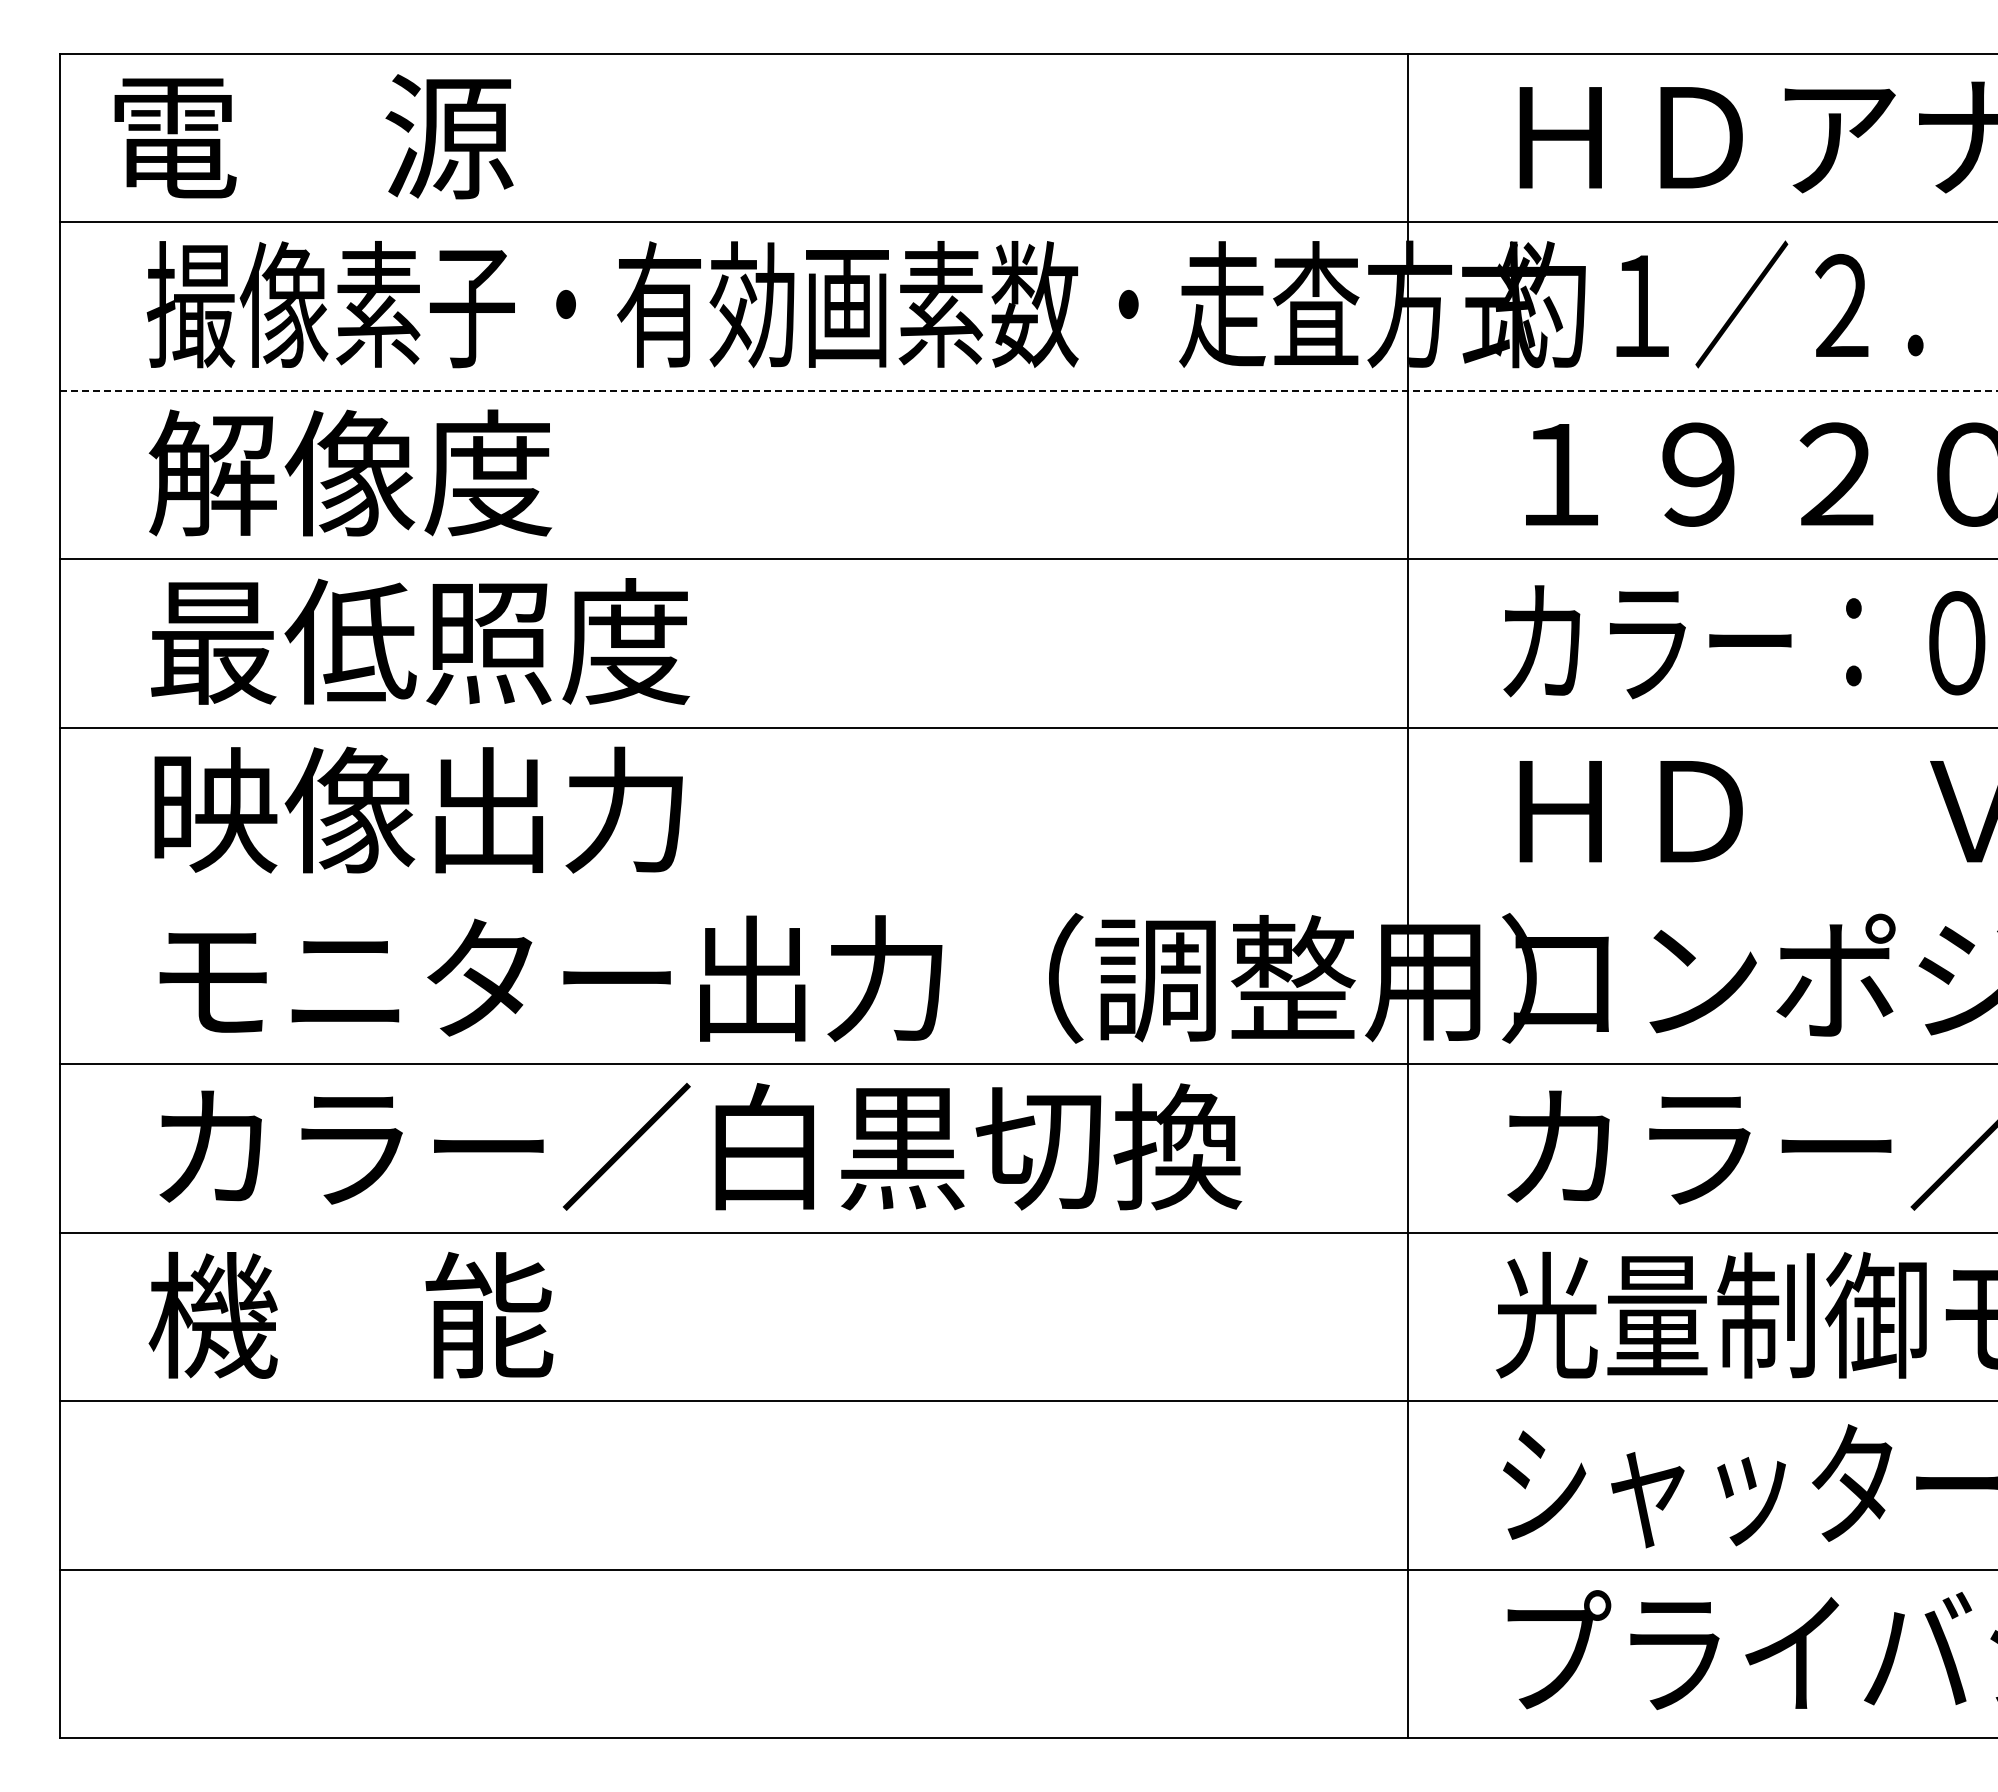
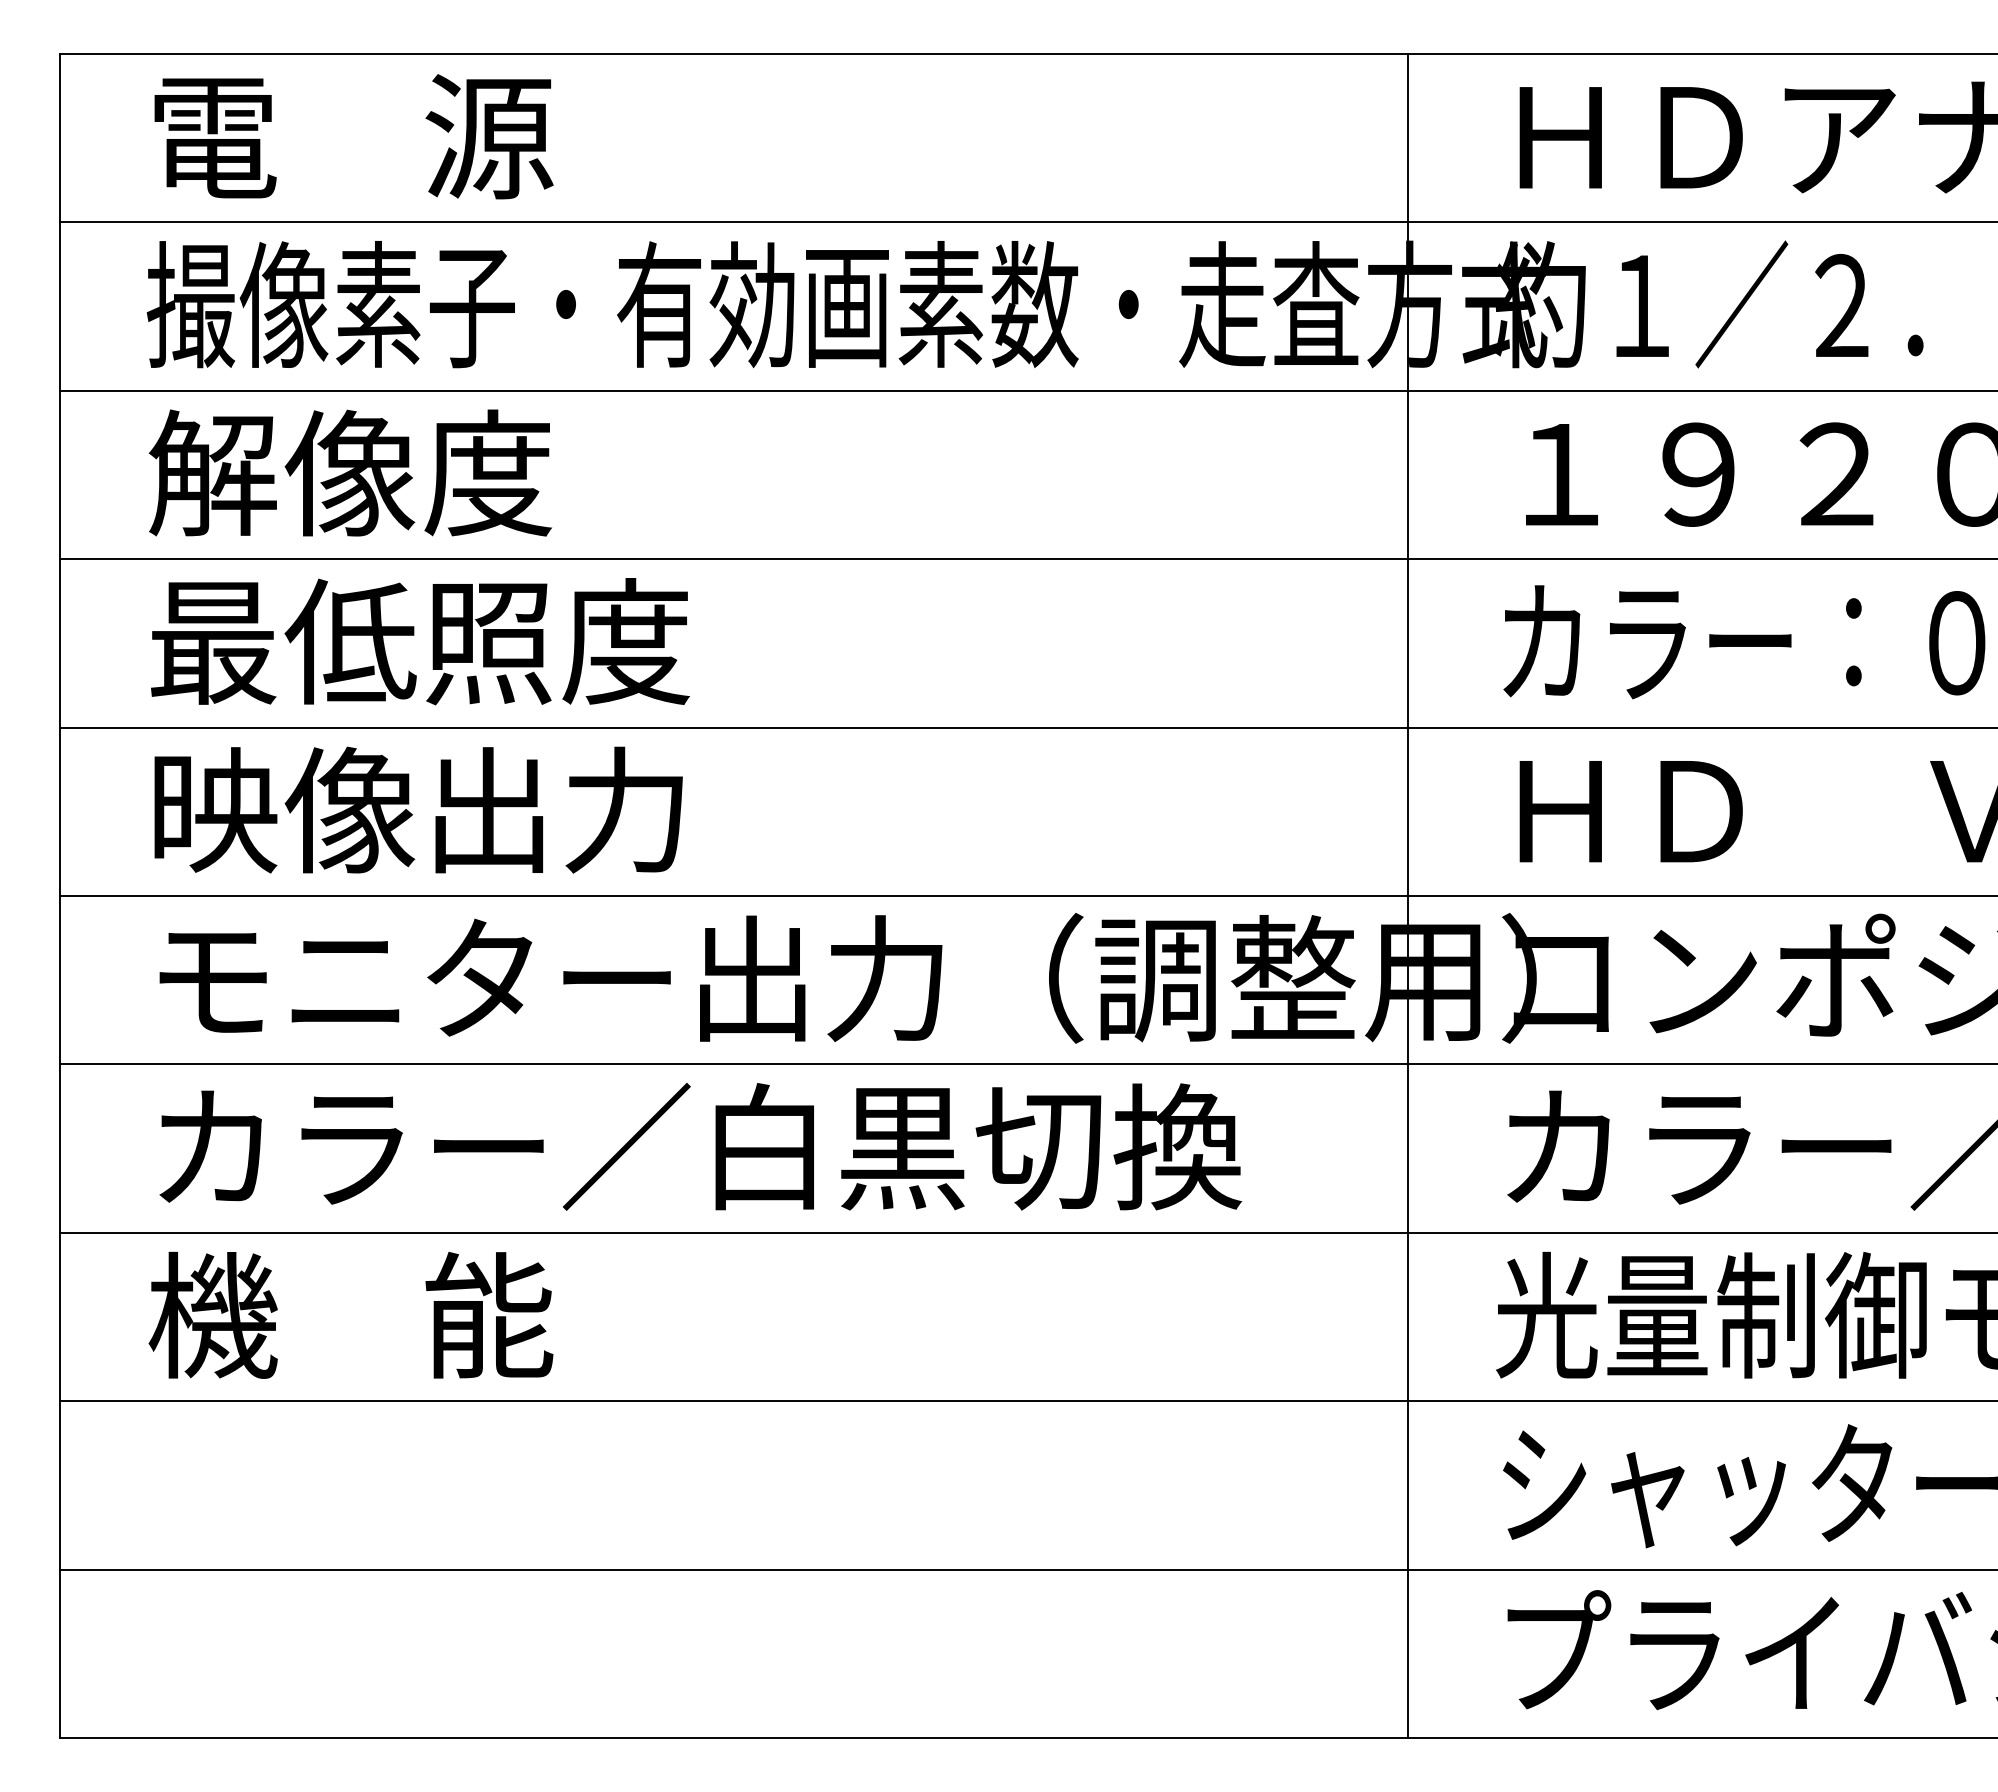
text at (313, 136) position: (313, 136) -> (353, 136)
line at (1028, 390): dashed -> solid
line at (1026, 896): none -> present
